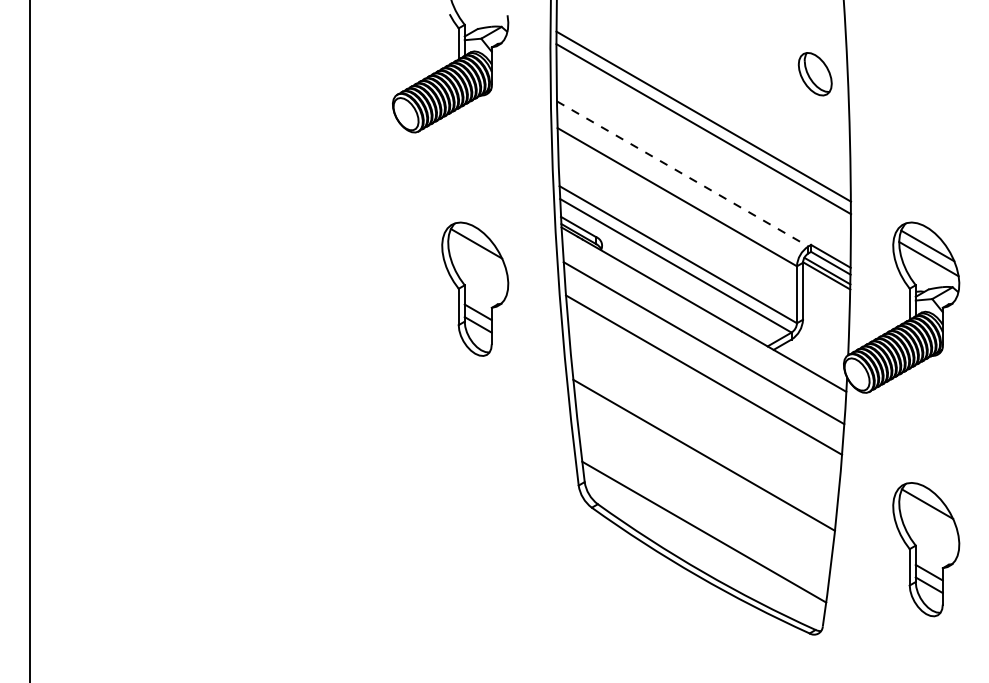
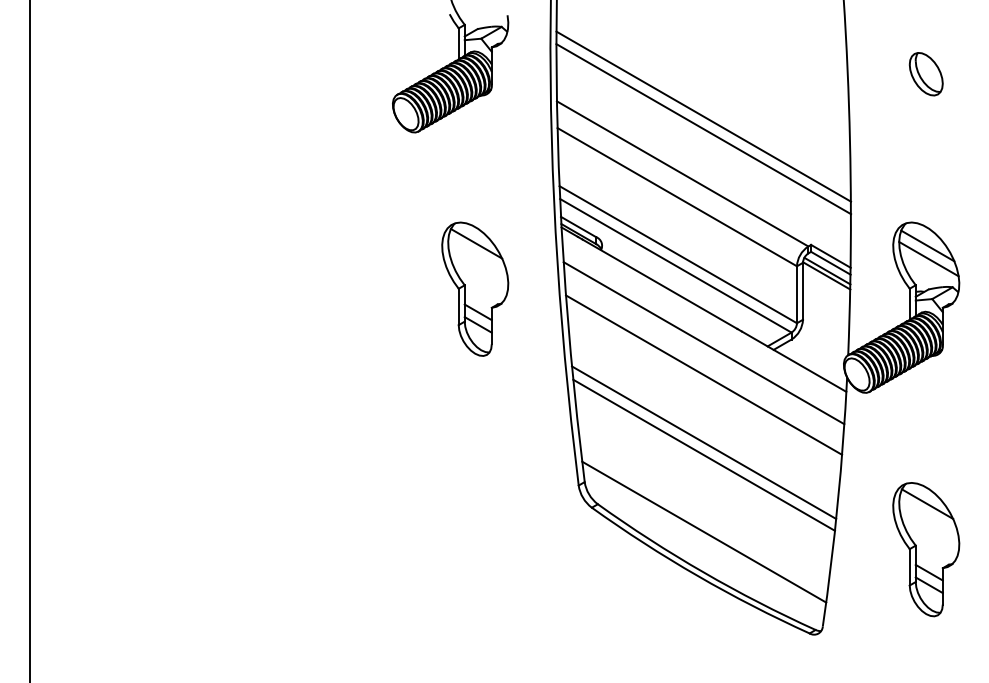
part at (814, 74) position: (814, 74) -> (925, 74)
line at (683, 174): dashed -> solid
line at (704, 442): none -> present
